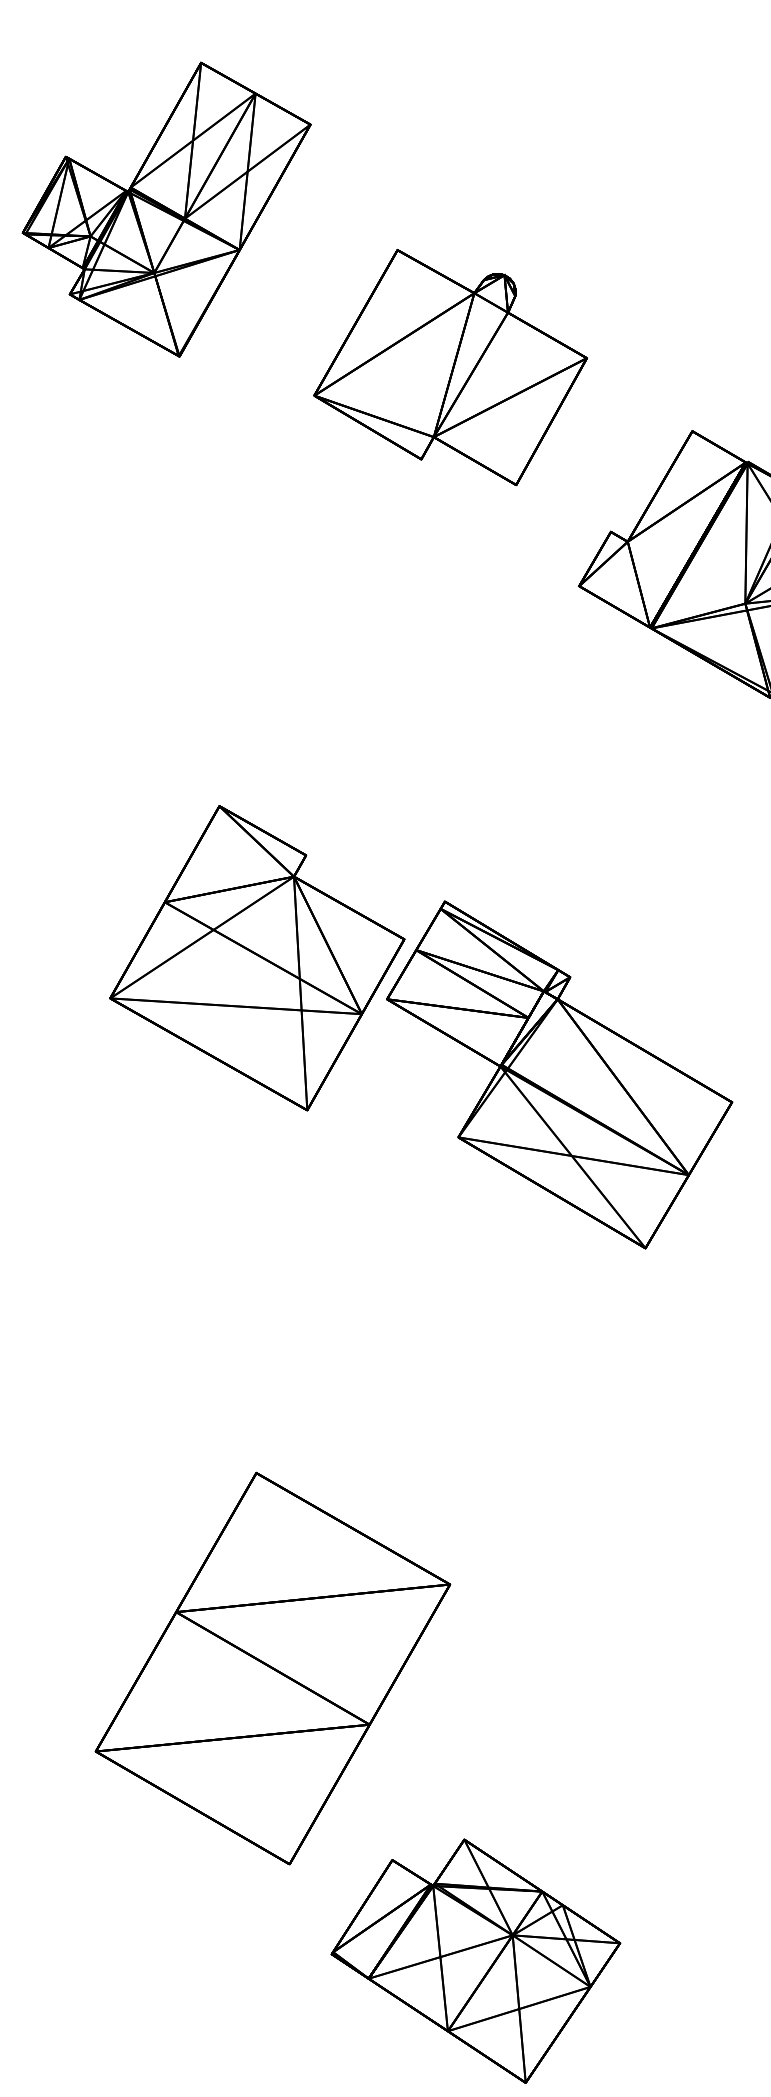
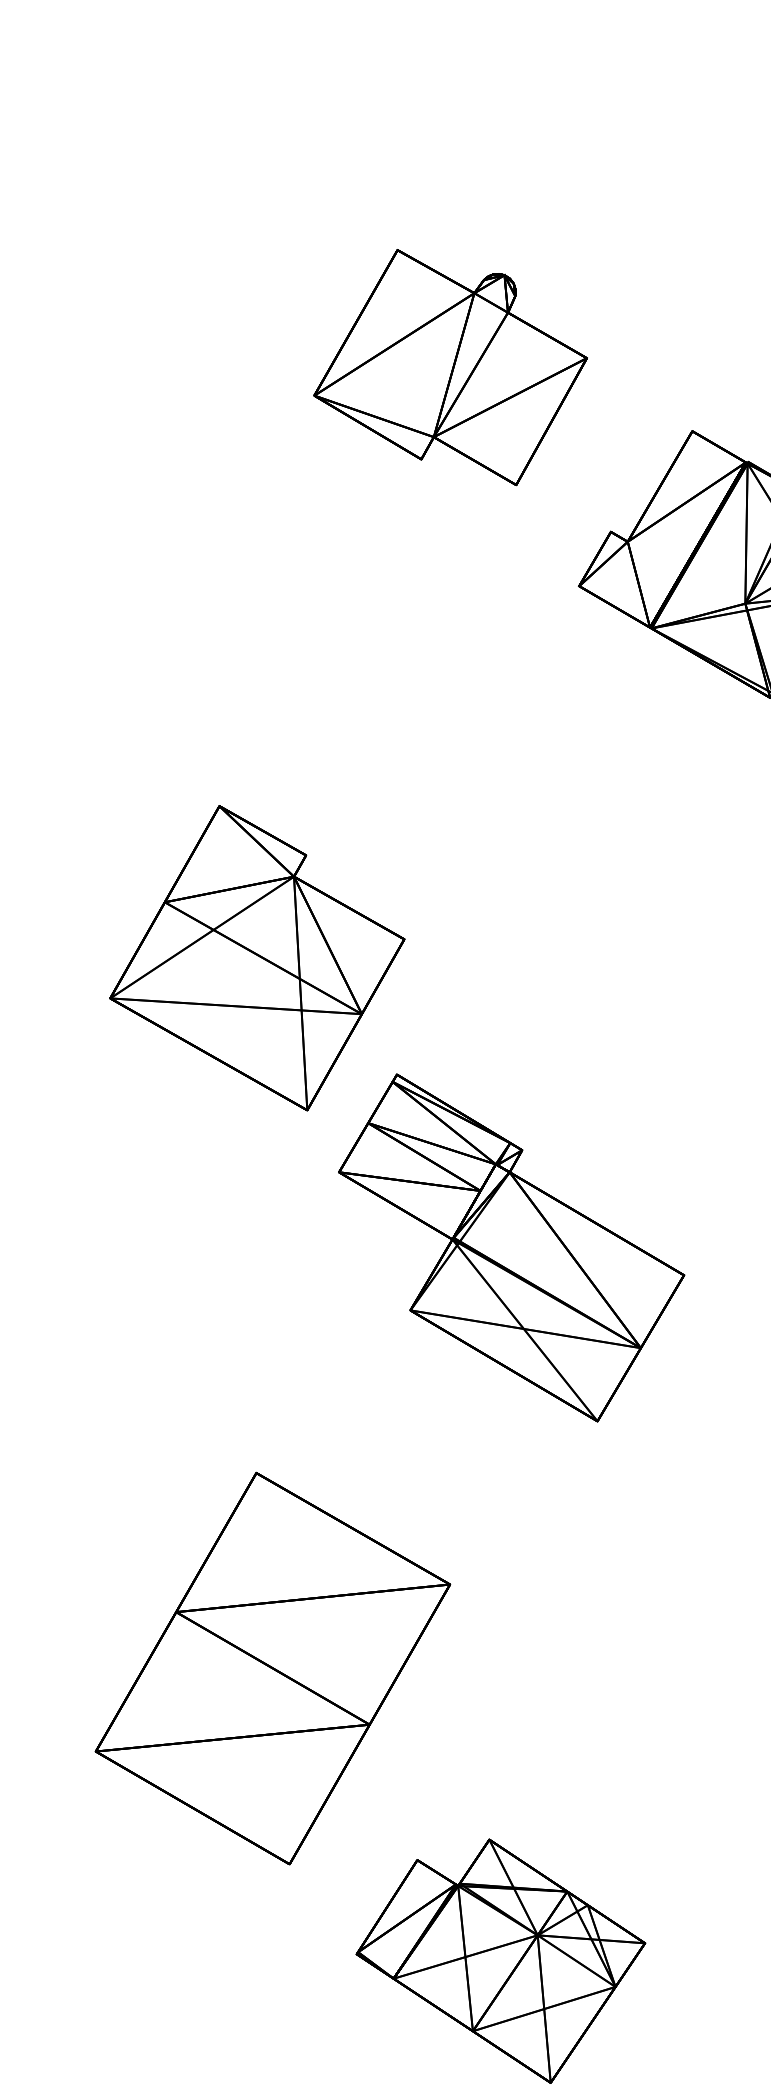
part at (166, 209): present -> none
part at (559, 1074) position: (559, 1074) -> (511, 1247)
part at (475, 1960) position: (475, 1960) -> (500, 1960)
